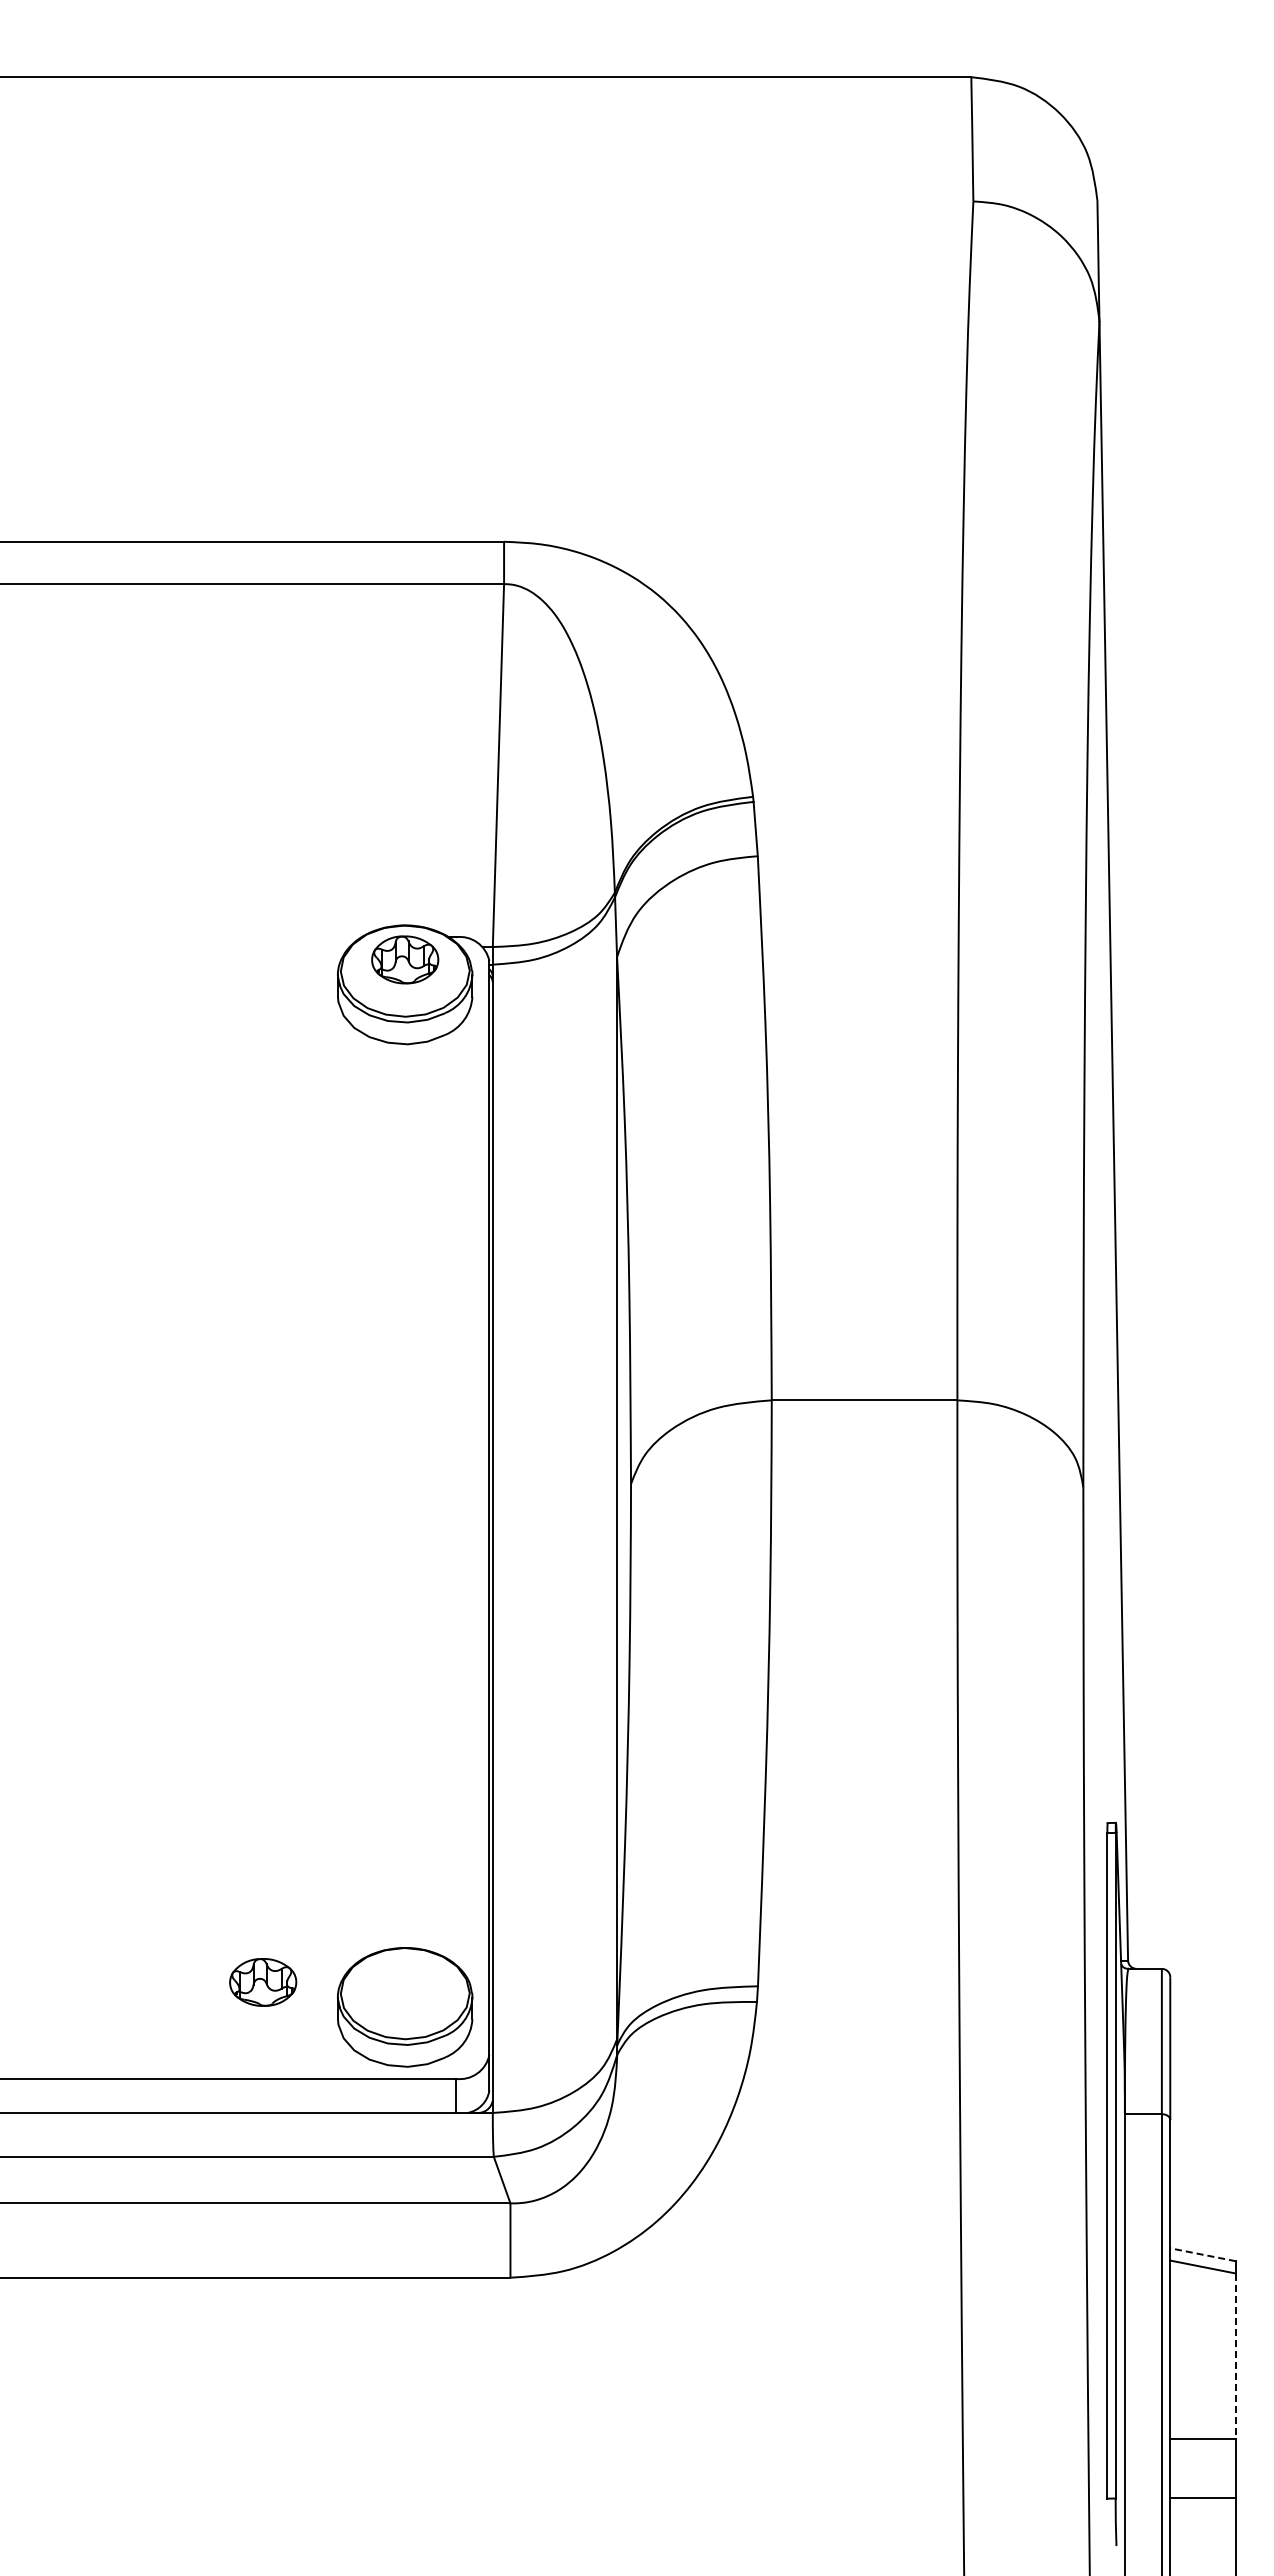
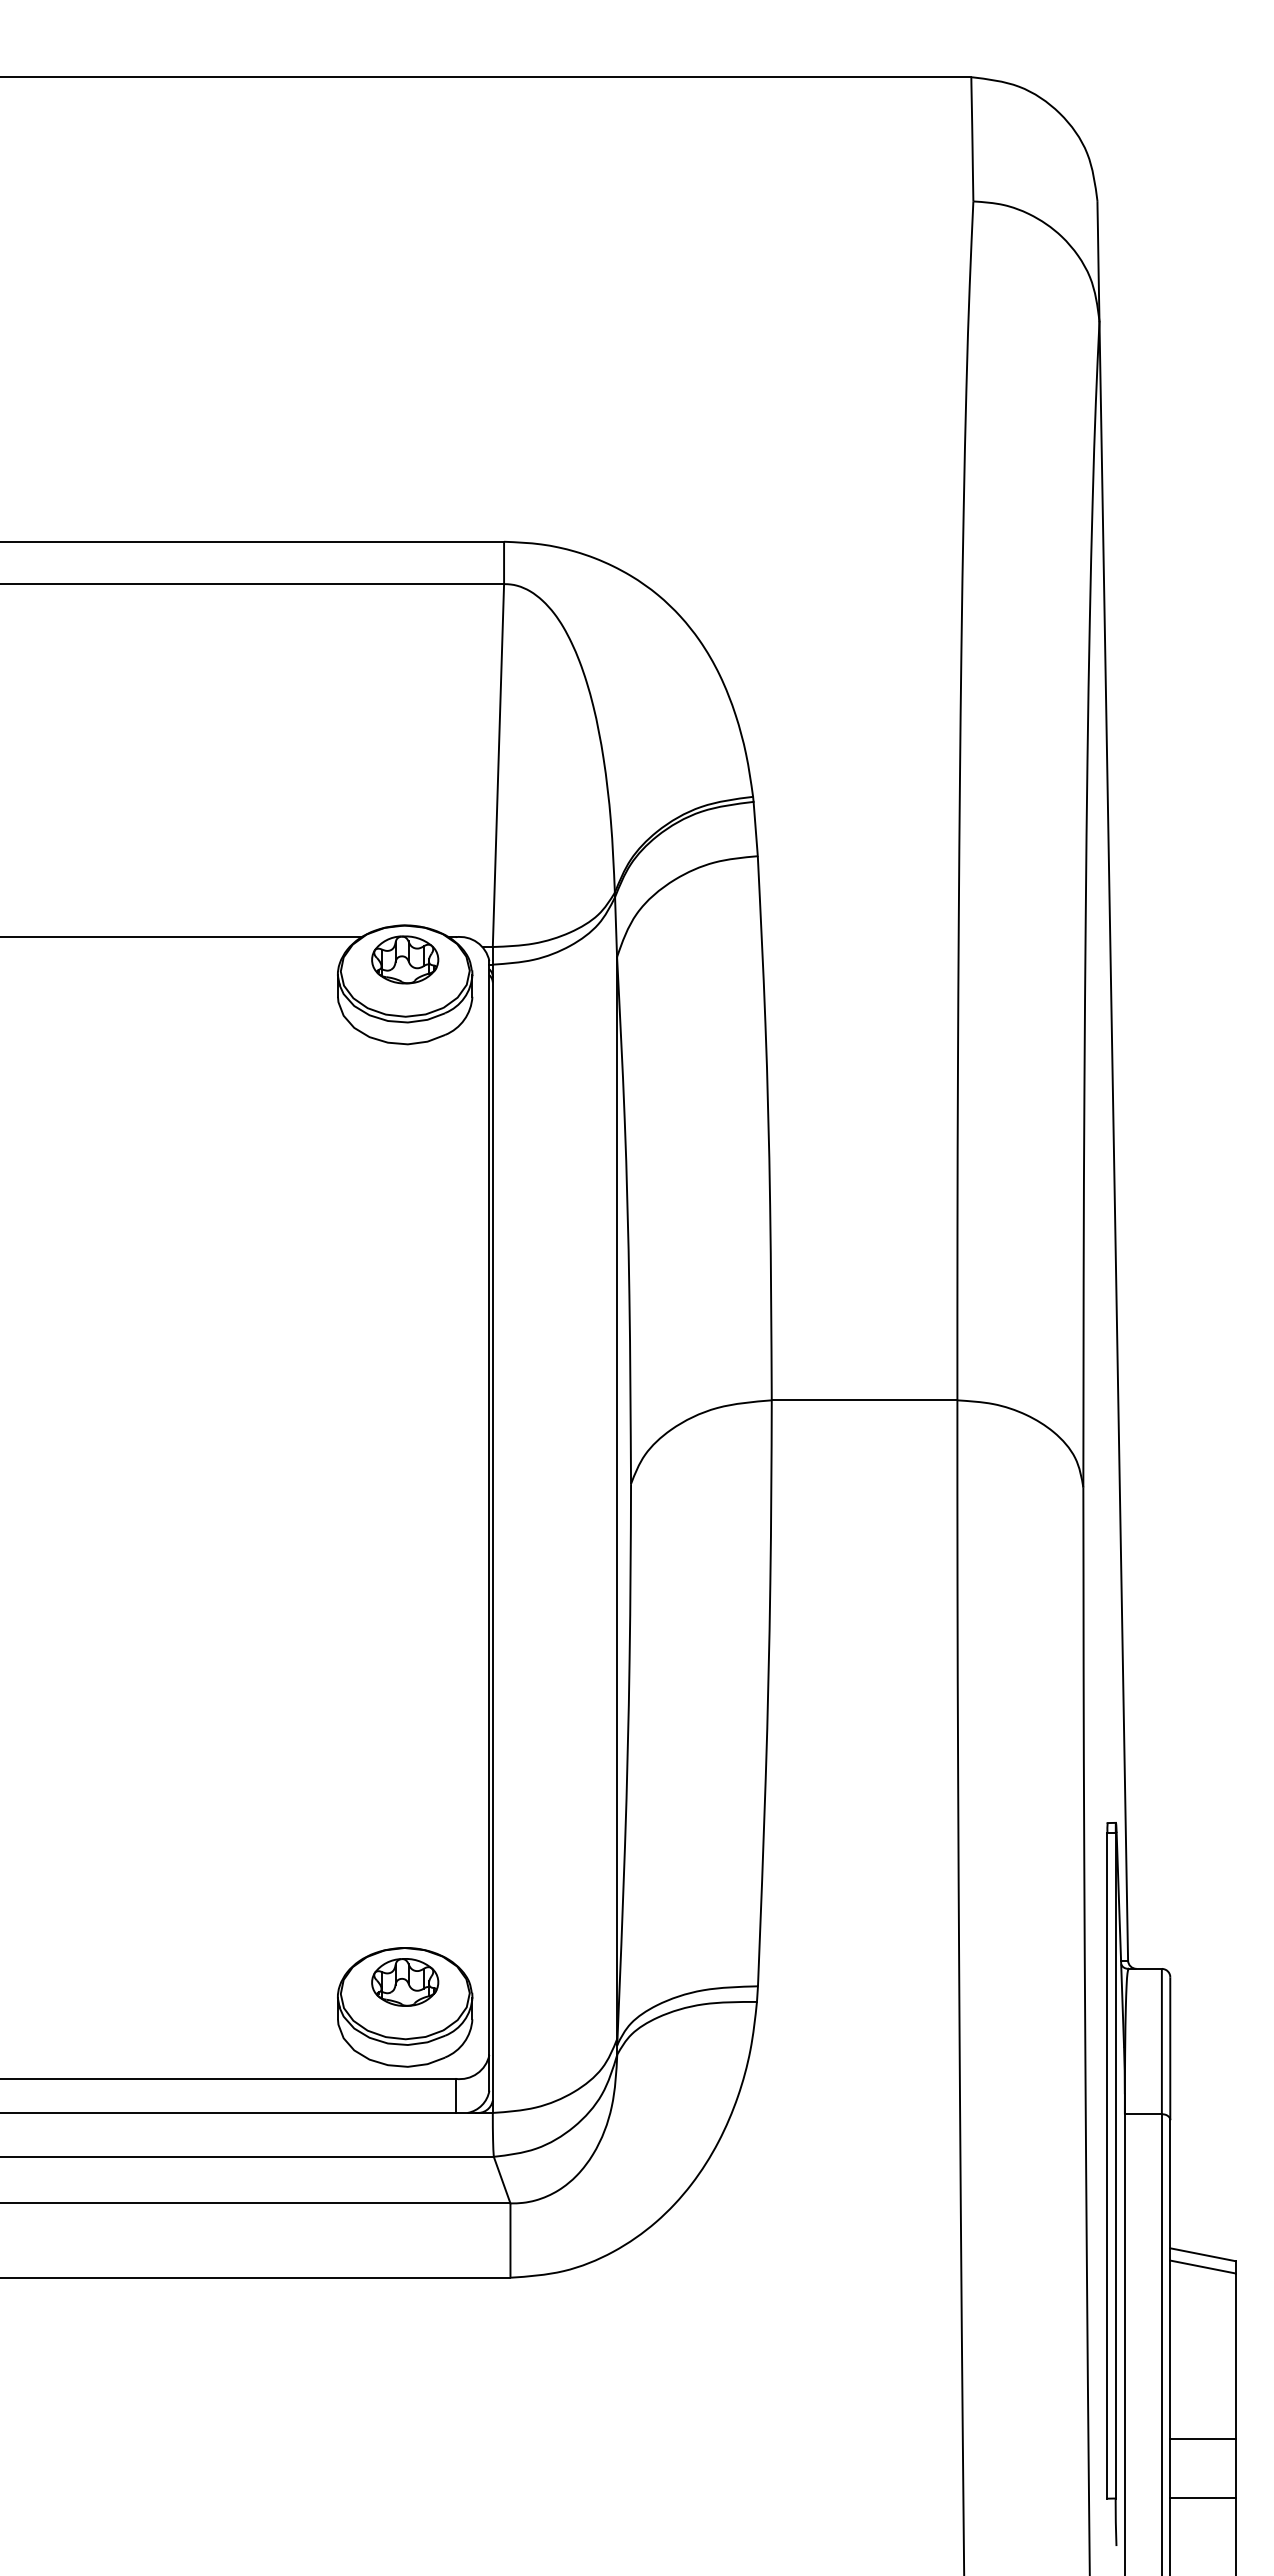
line at (182, 937): none -> present
part at (263, 1982) position: (263, 1982) -> (405, 1982)
line at (1202, 2254): dashed -> solid
line at (1235, 2356): dashed -> solid
